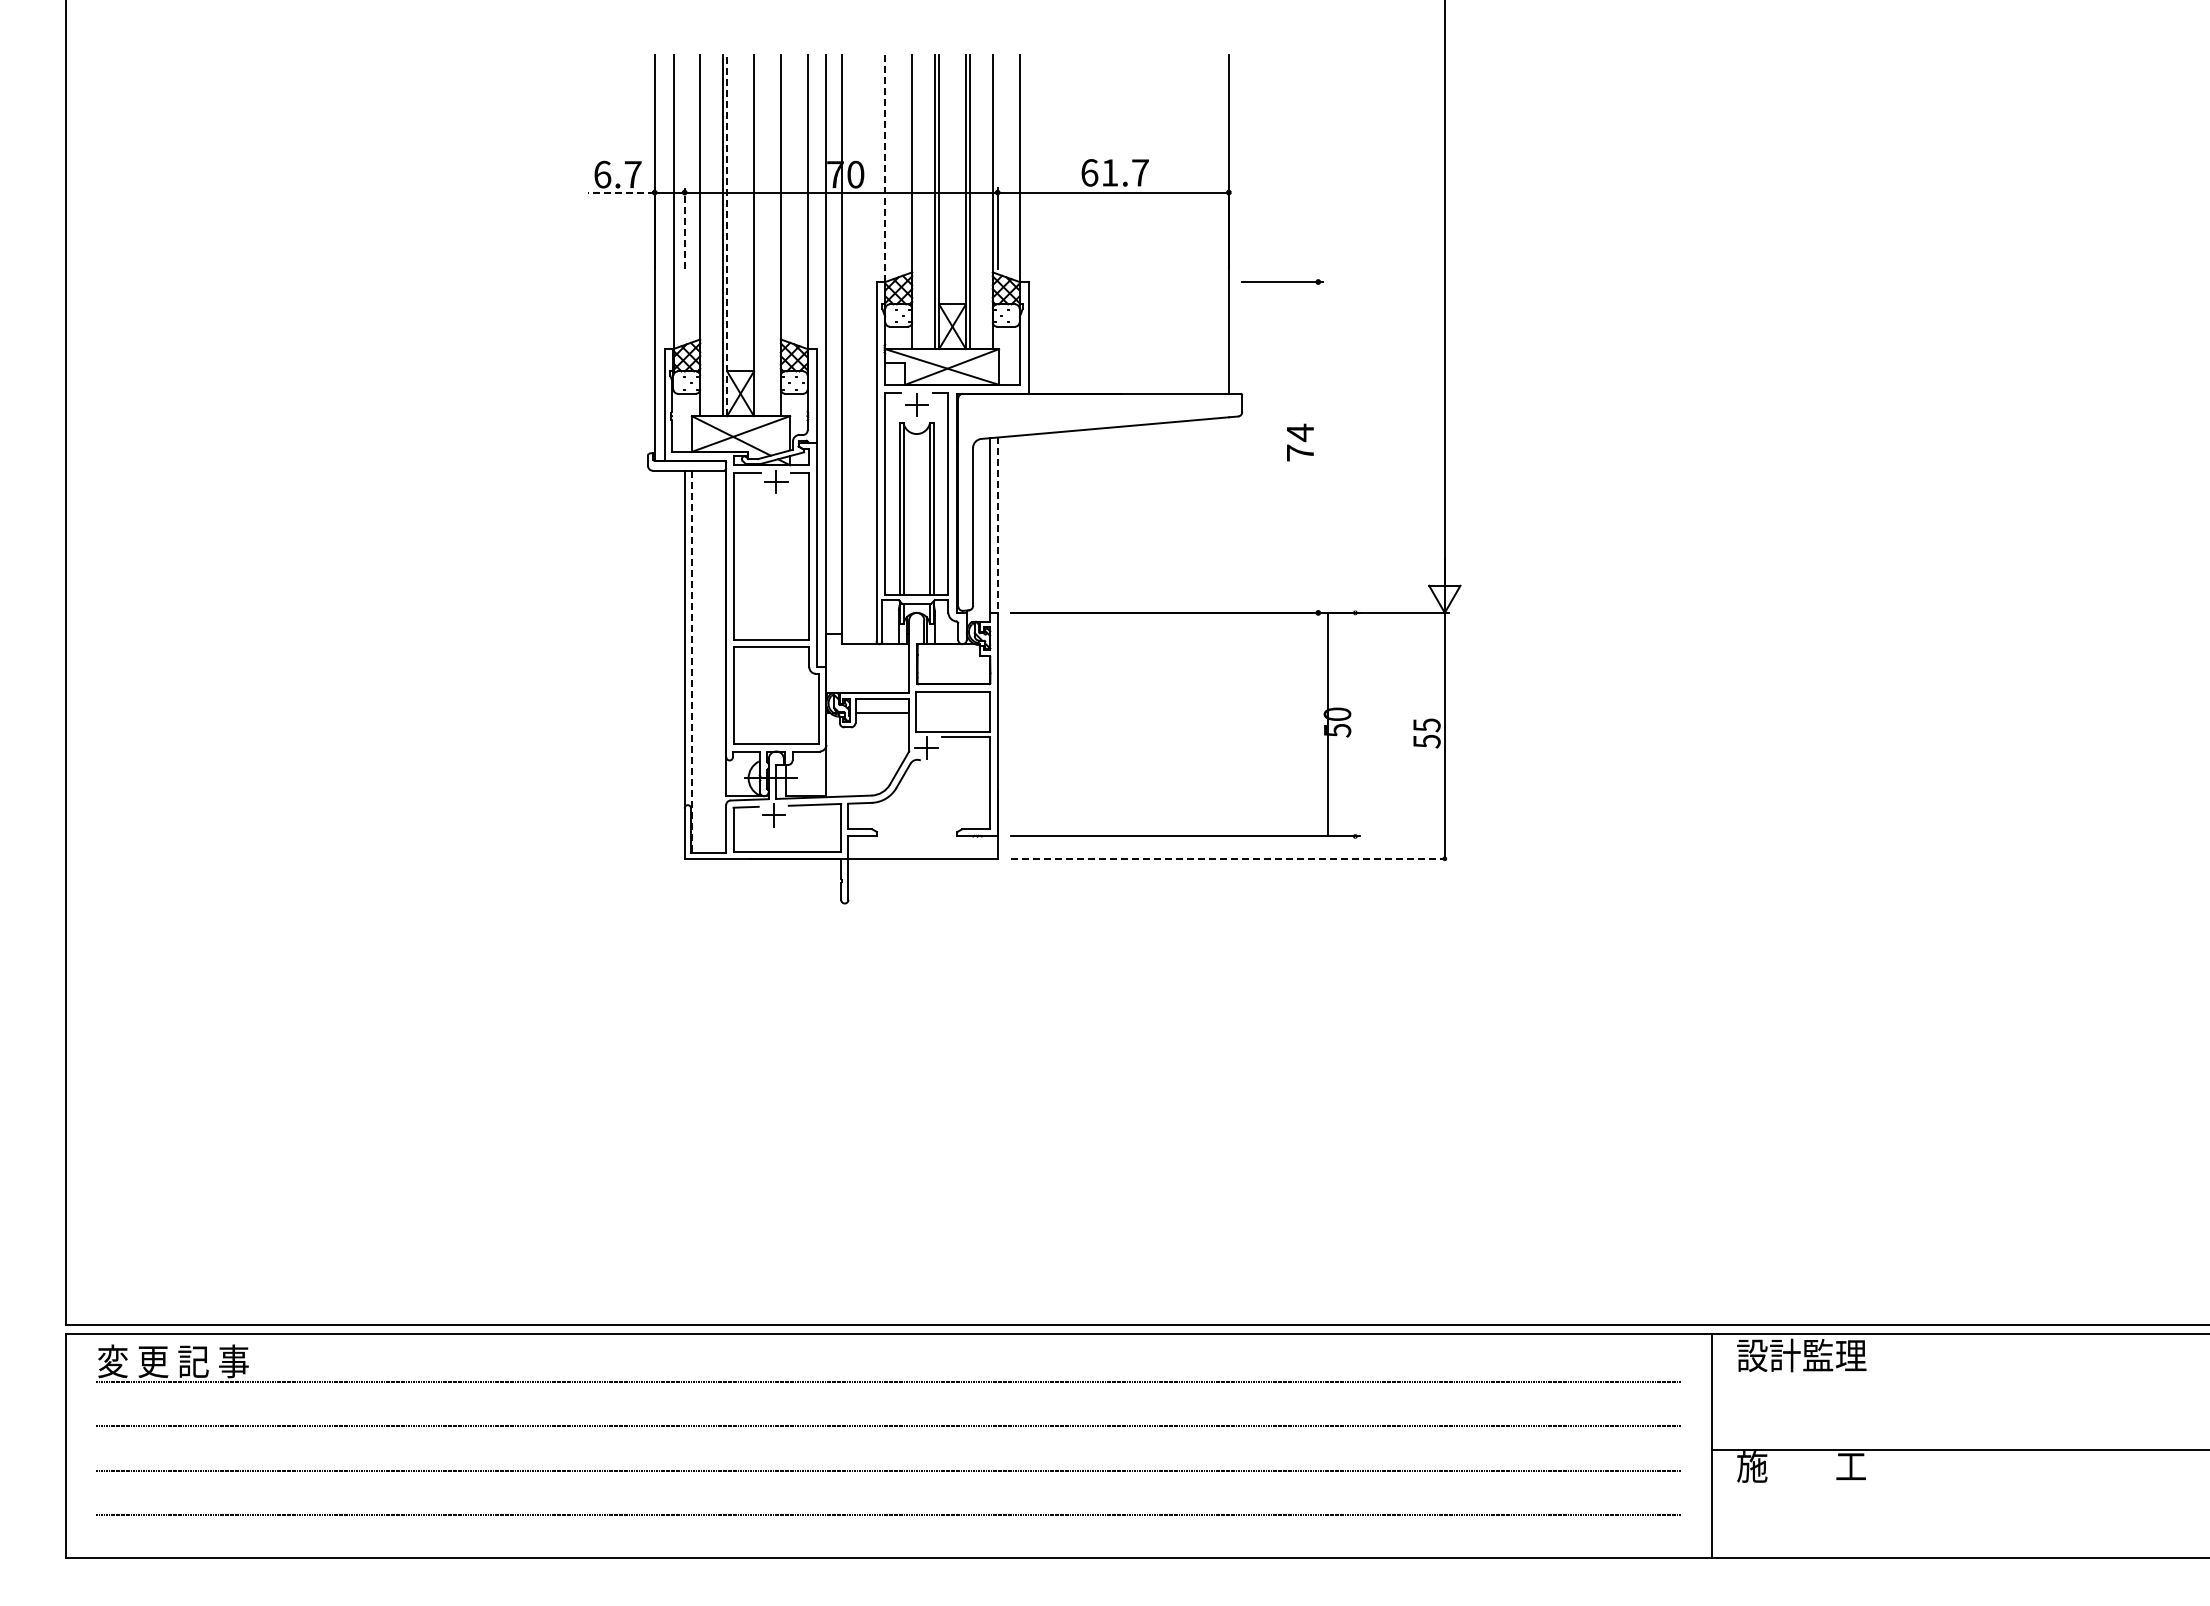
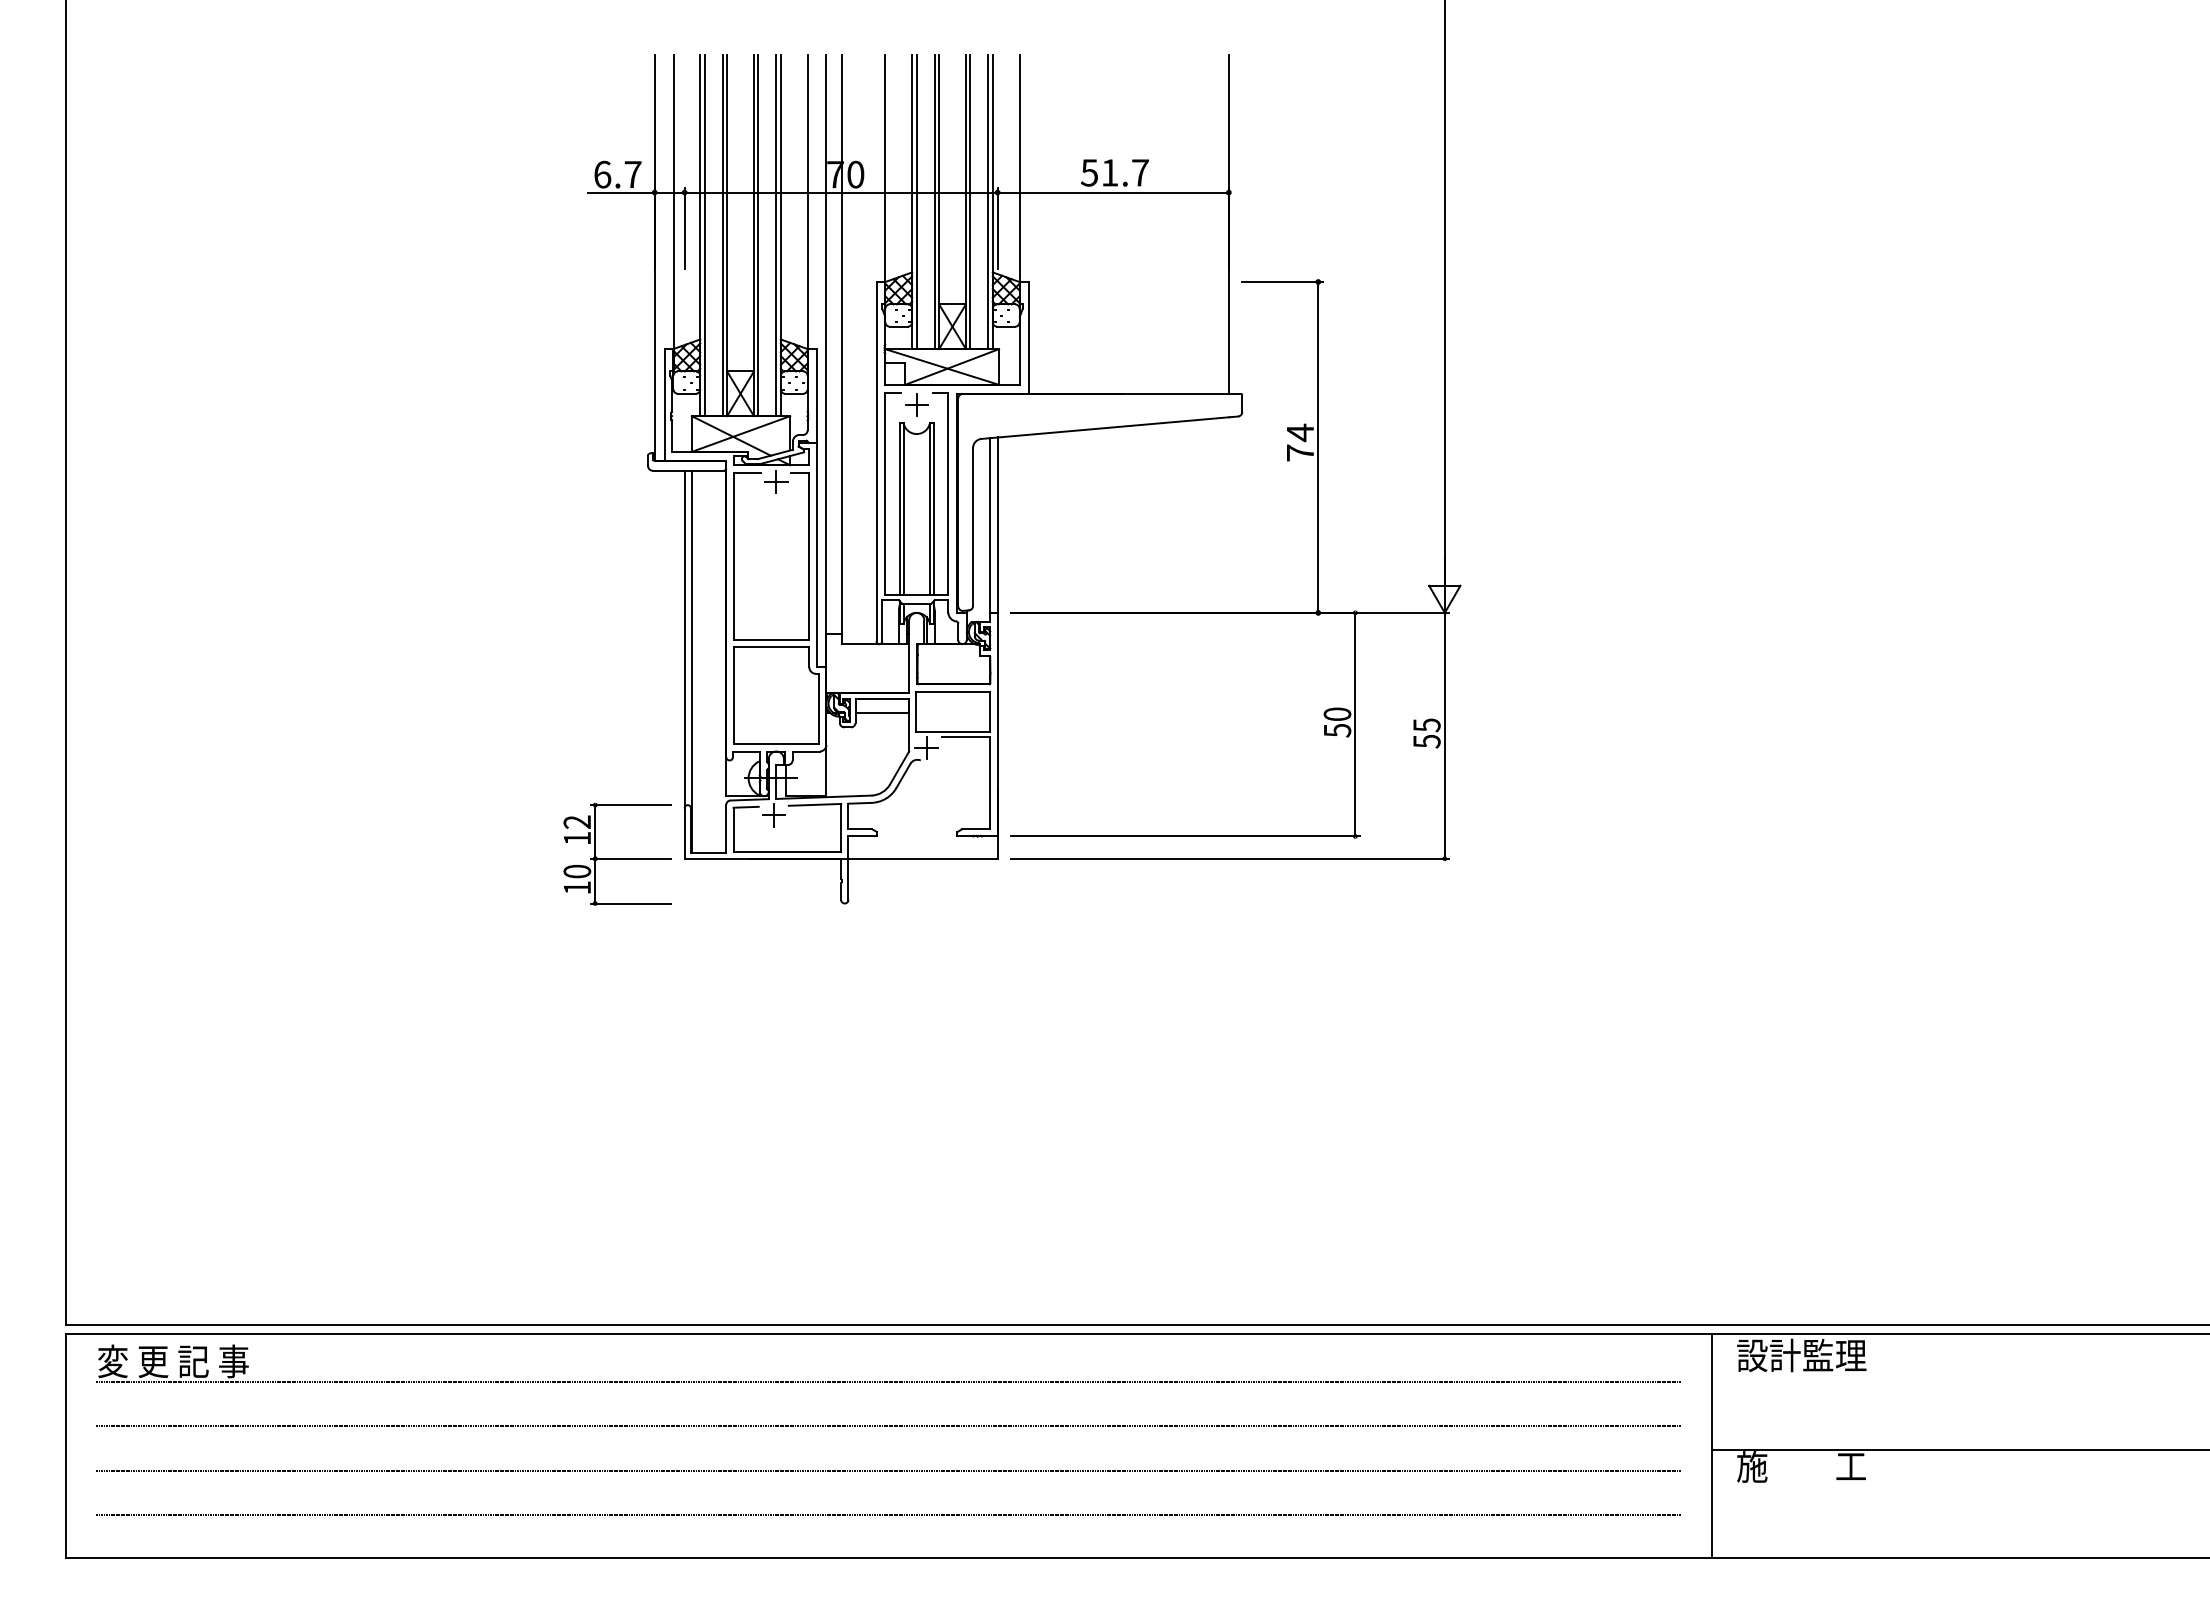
line at (885, 169): dashed -> solid
text at (1089, 172): 61.7 -> 51.7
line at (620, 192): dashed -> solid
line at (916, 202): none -> present
line at (988, 202): none -> present
line at (684, 227): dashed -> solid
line at (704, 235): none -> present
line at (727, 235): dashed -> solid
line at (758, 235): none -> present
line at (776, 235): none -> present
line at (1318, 447): none -> present
line at (997, 525): dashed -> solid
line at (691, 661): dashed -> solid
line at (1328, 724) position: (1328, 724) -> (1355, 724)
part at (617, 853): none -> present
line at (1230, 858): dashed -> solid
